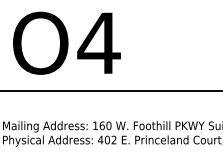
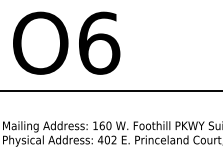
text at (98, 42): O4 -> O6
